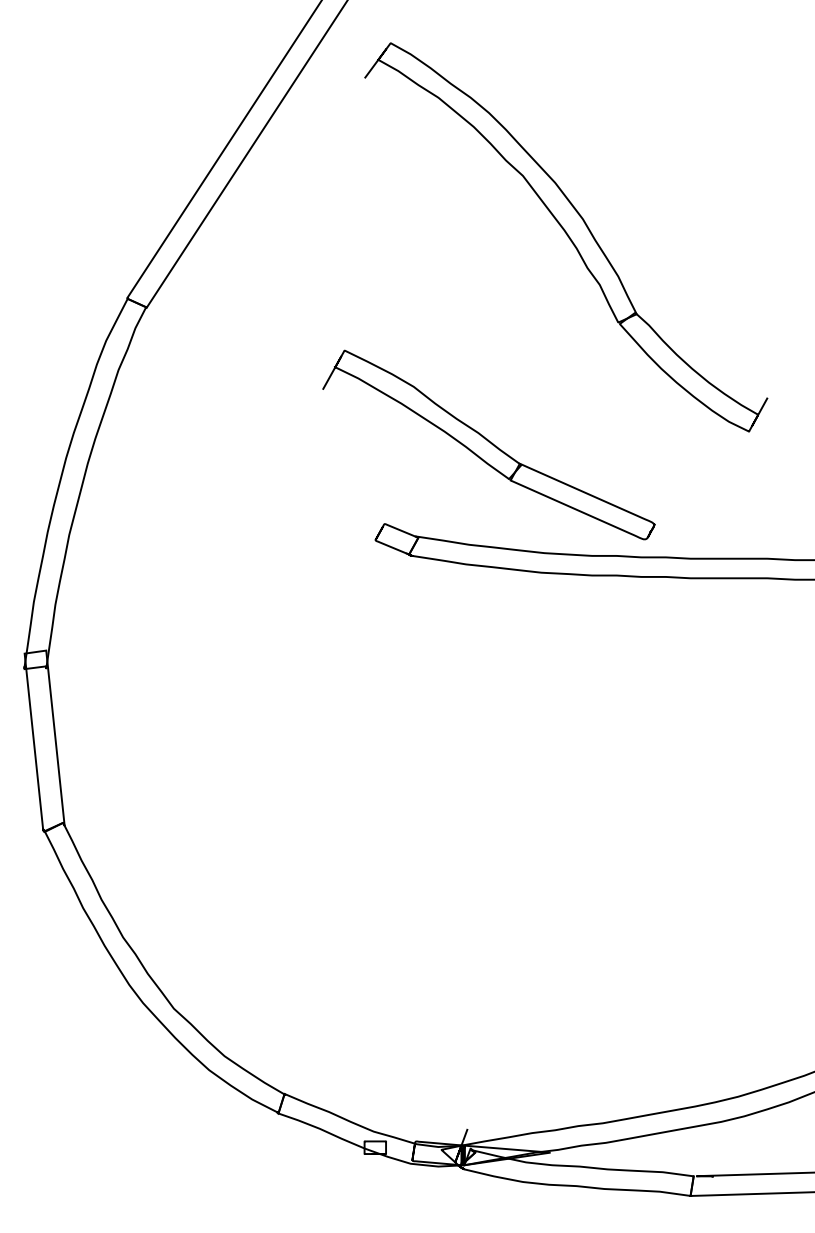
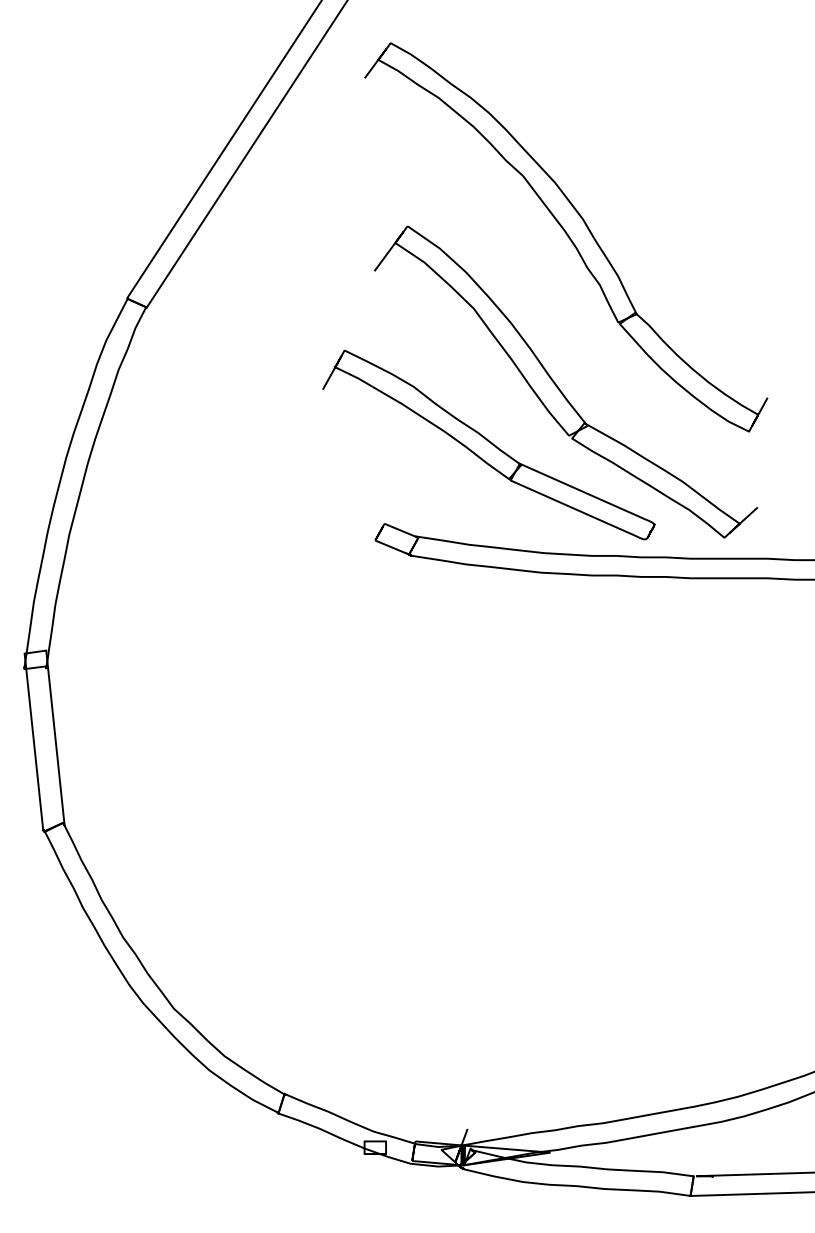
part at (558, 386): none -> present
